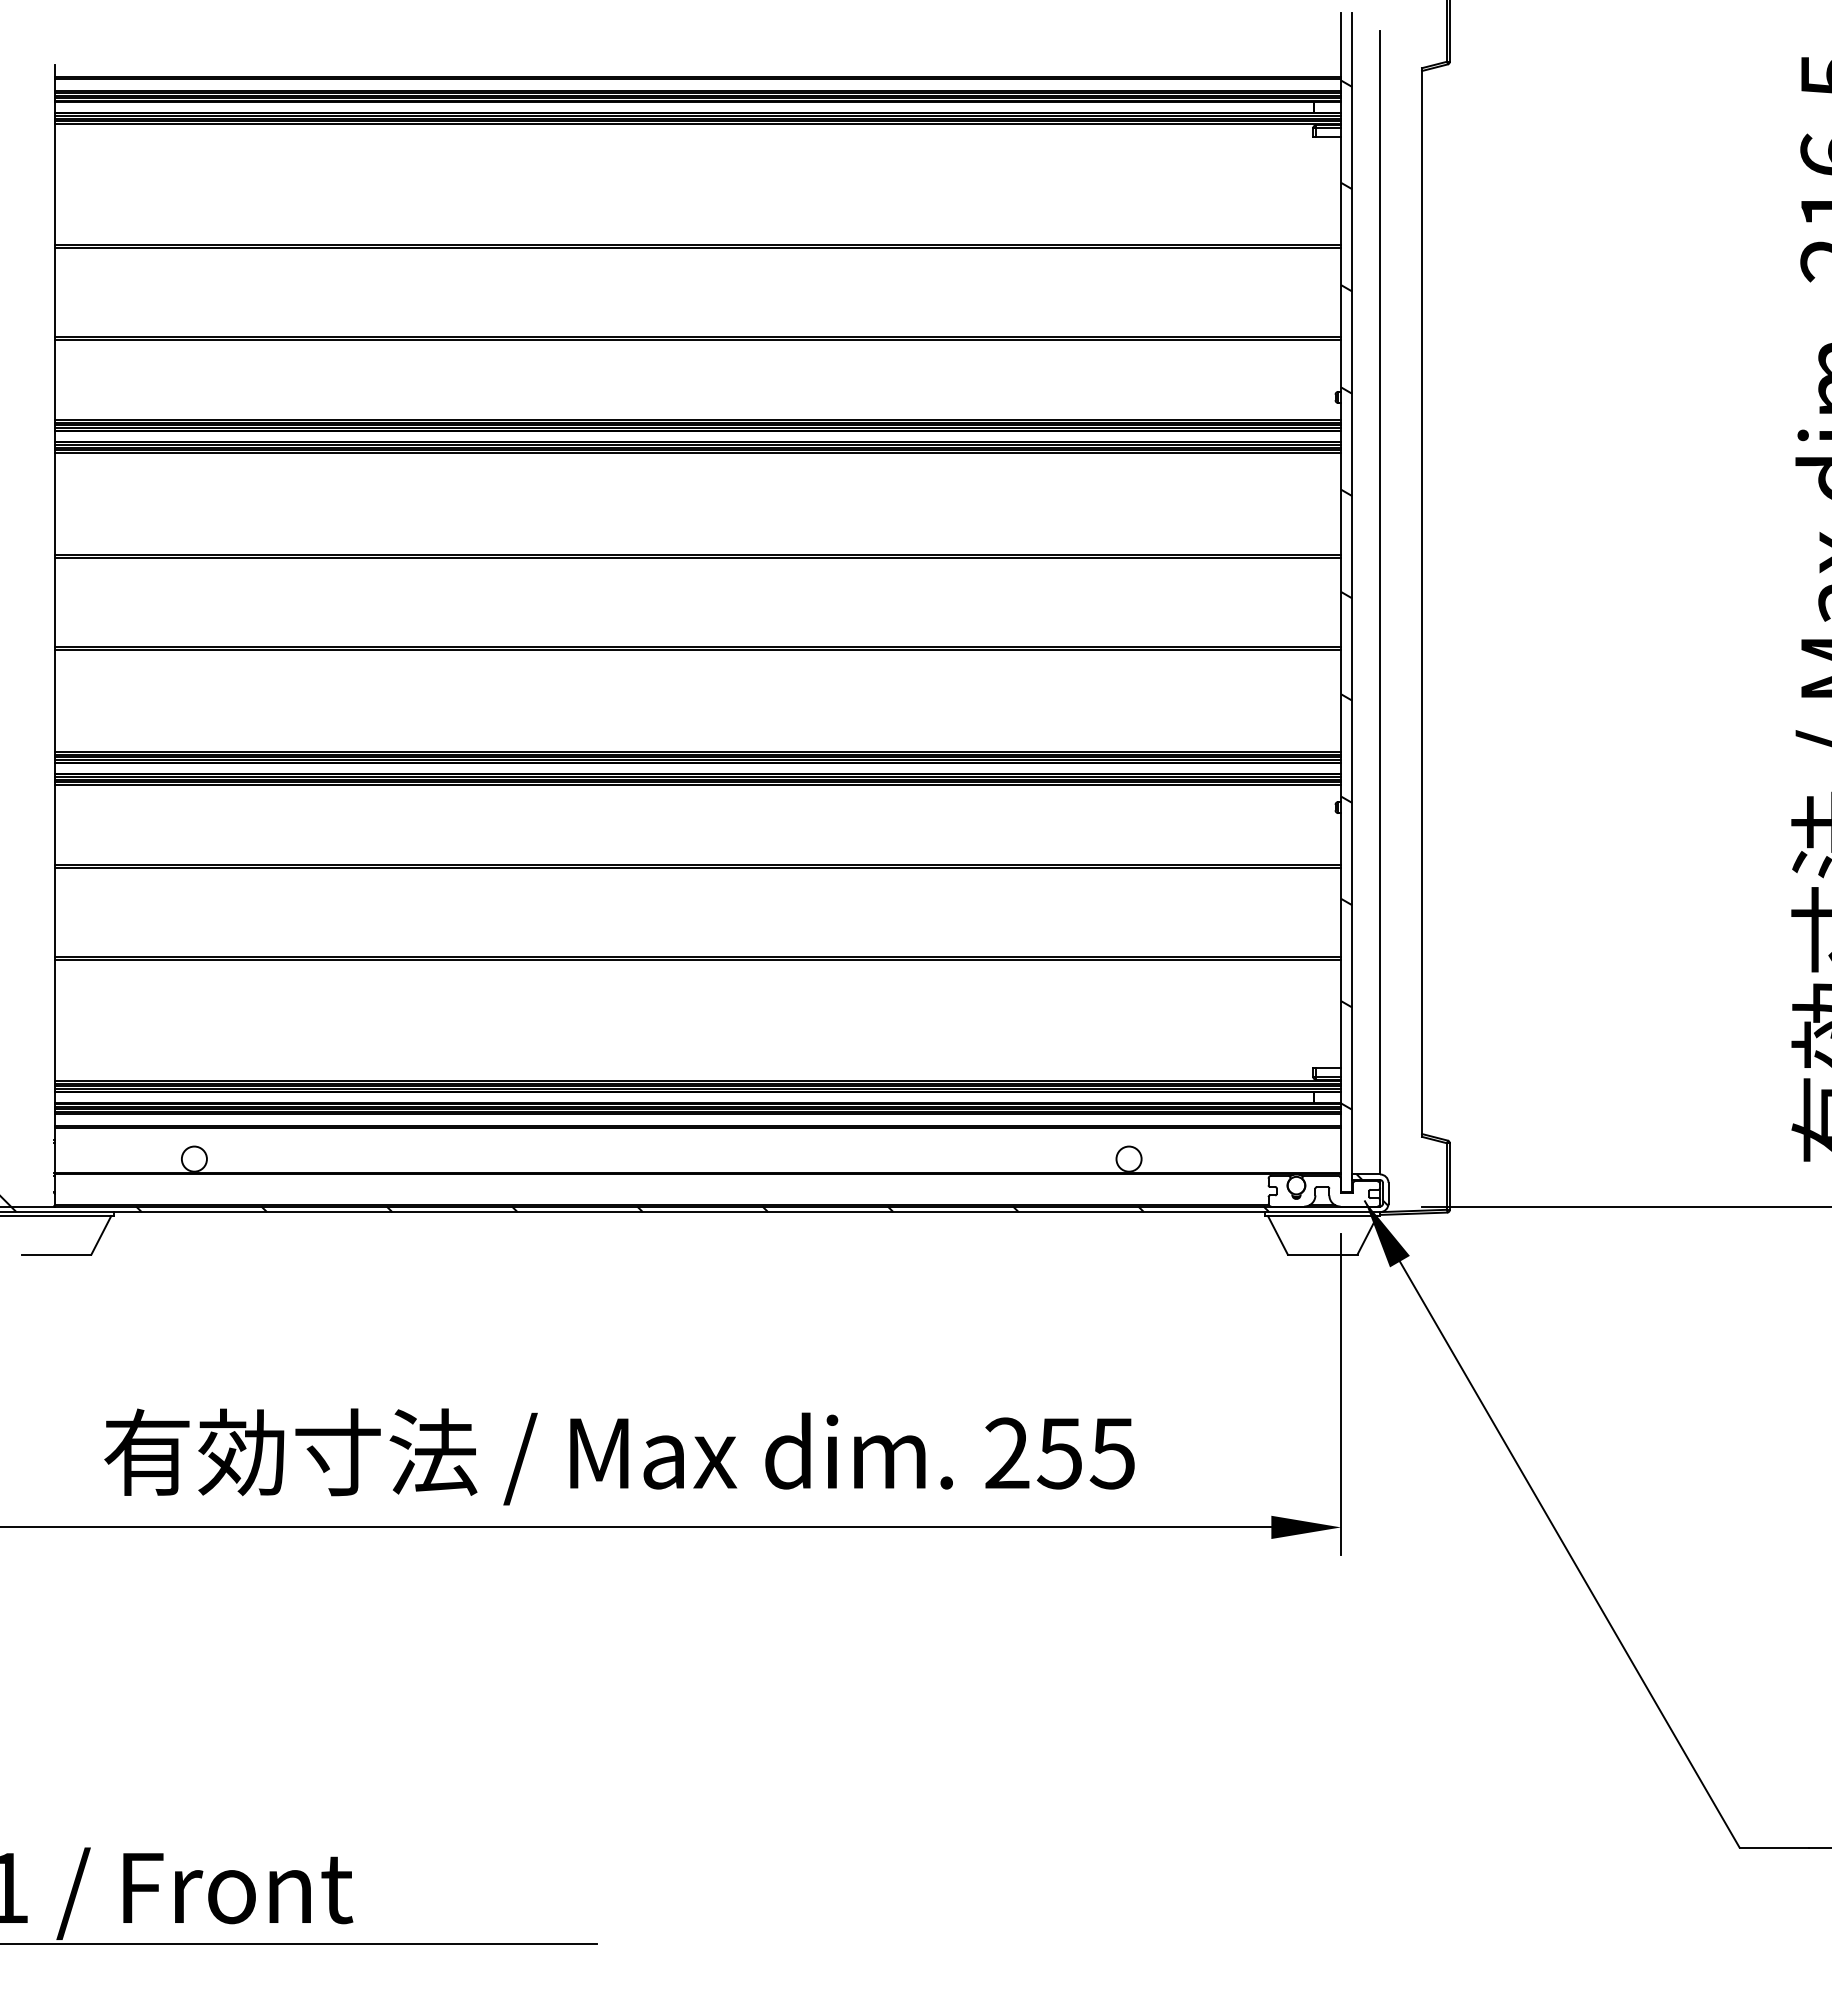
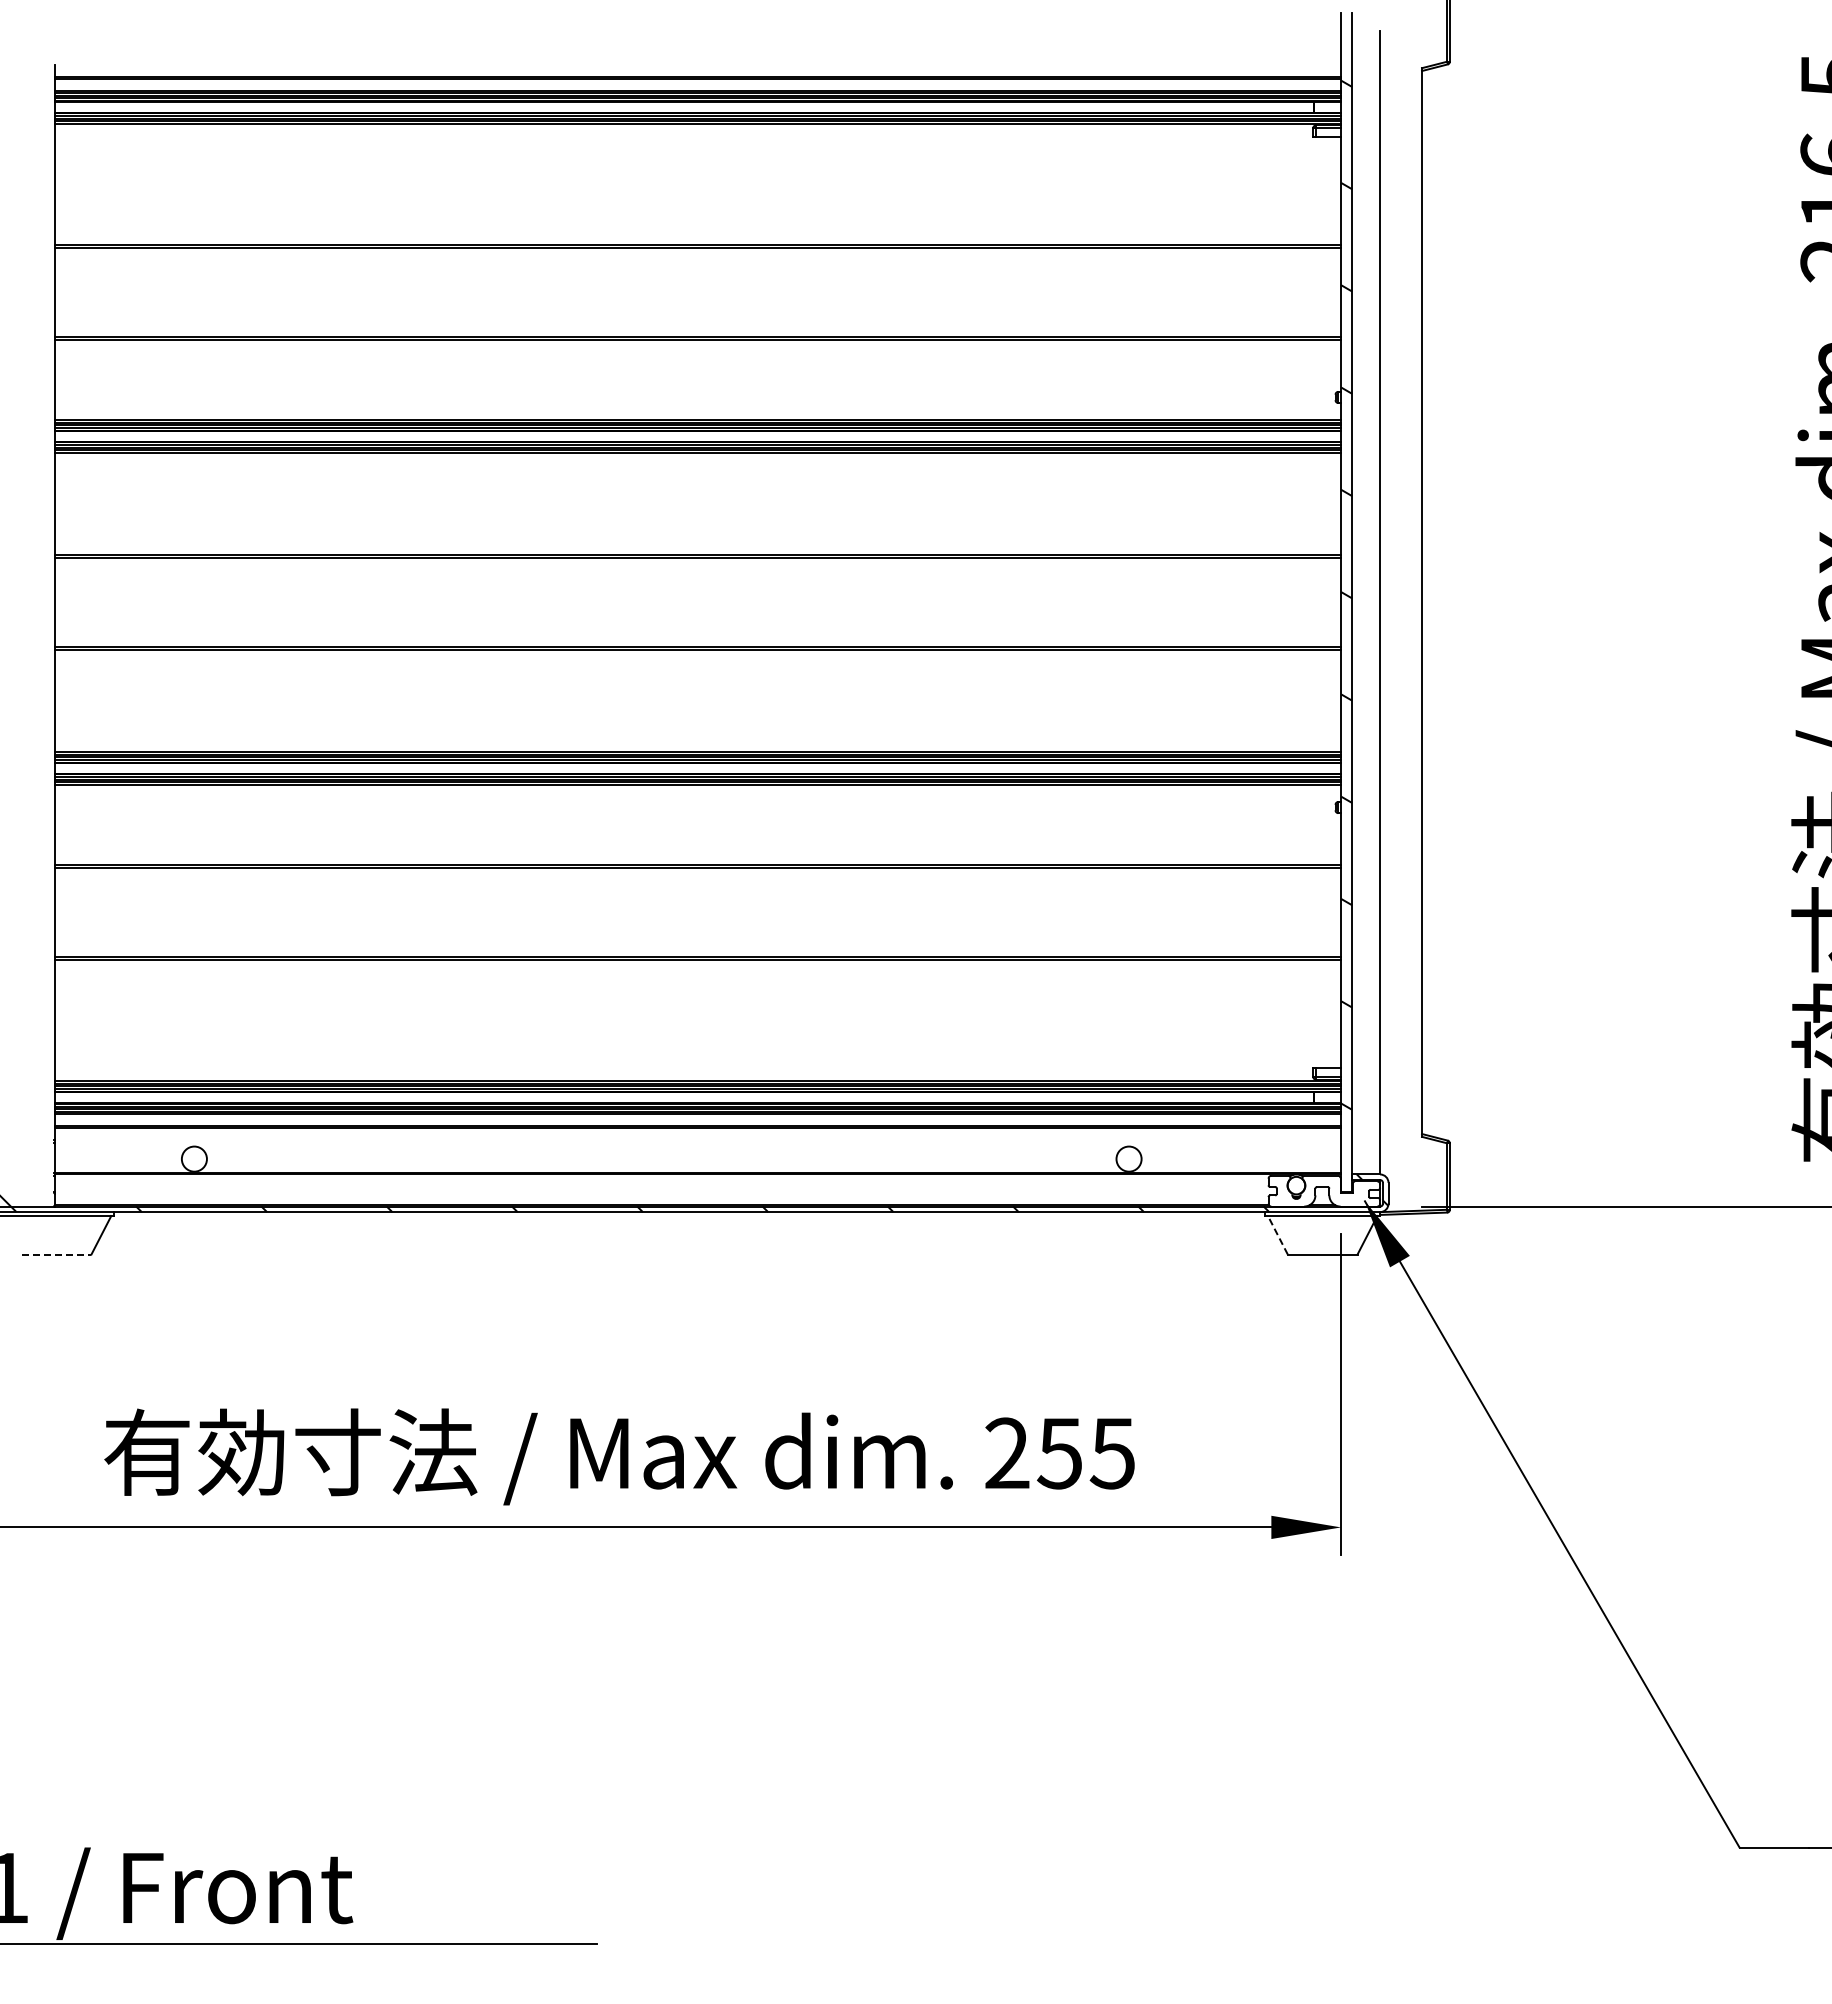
line at (1277, 1235): solid -> dashed
line at (56, 1254): solid -> dashed
